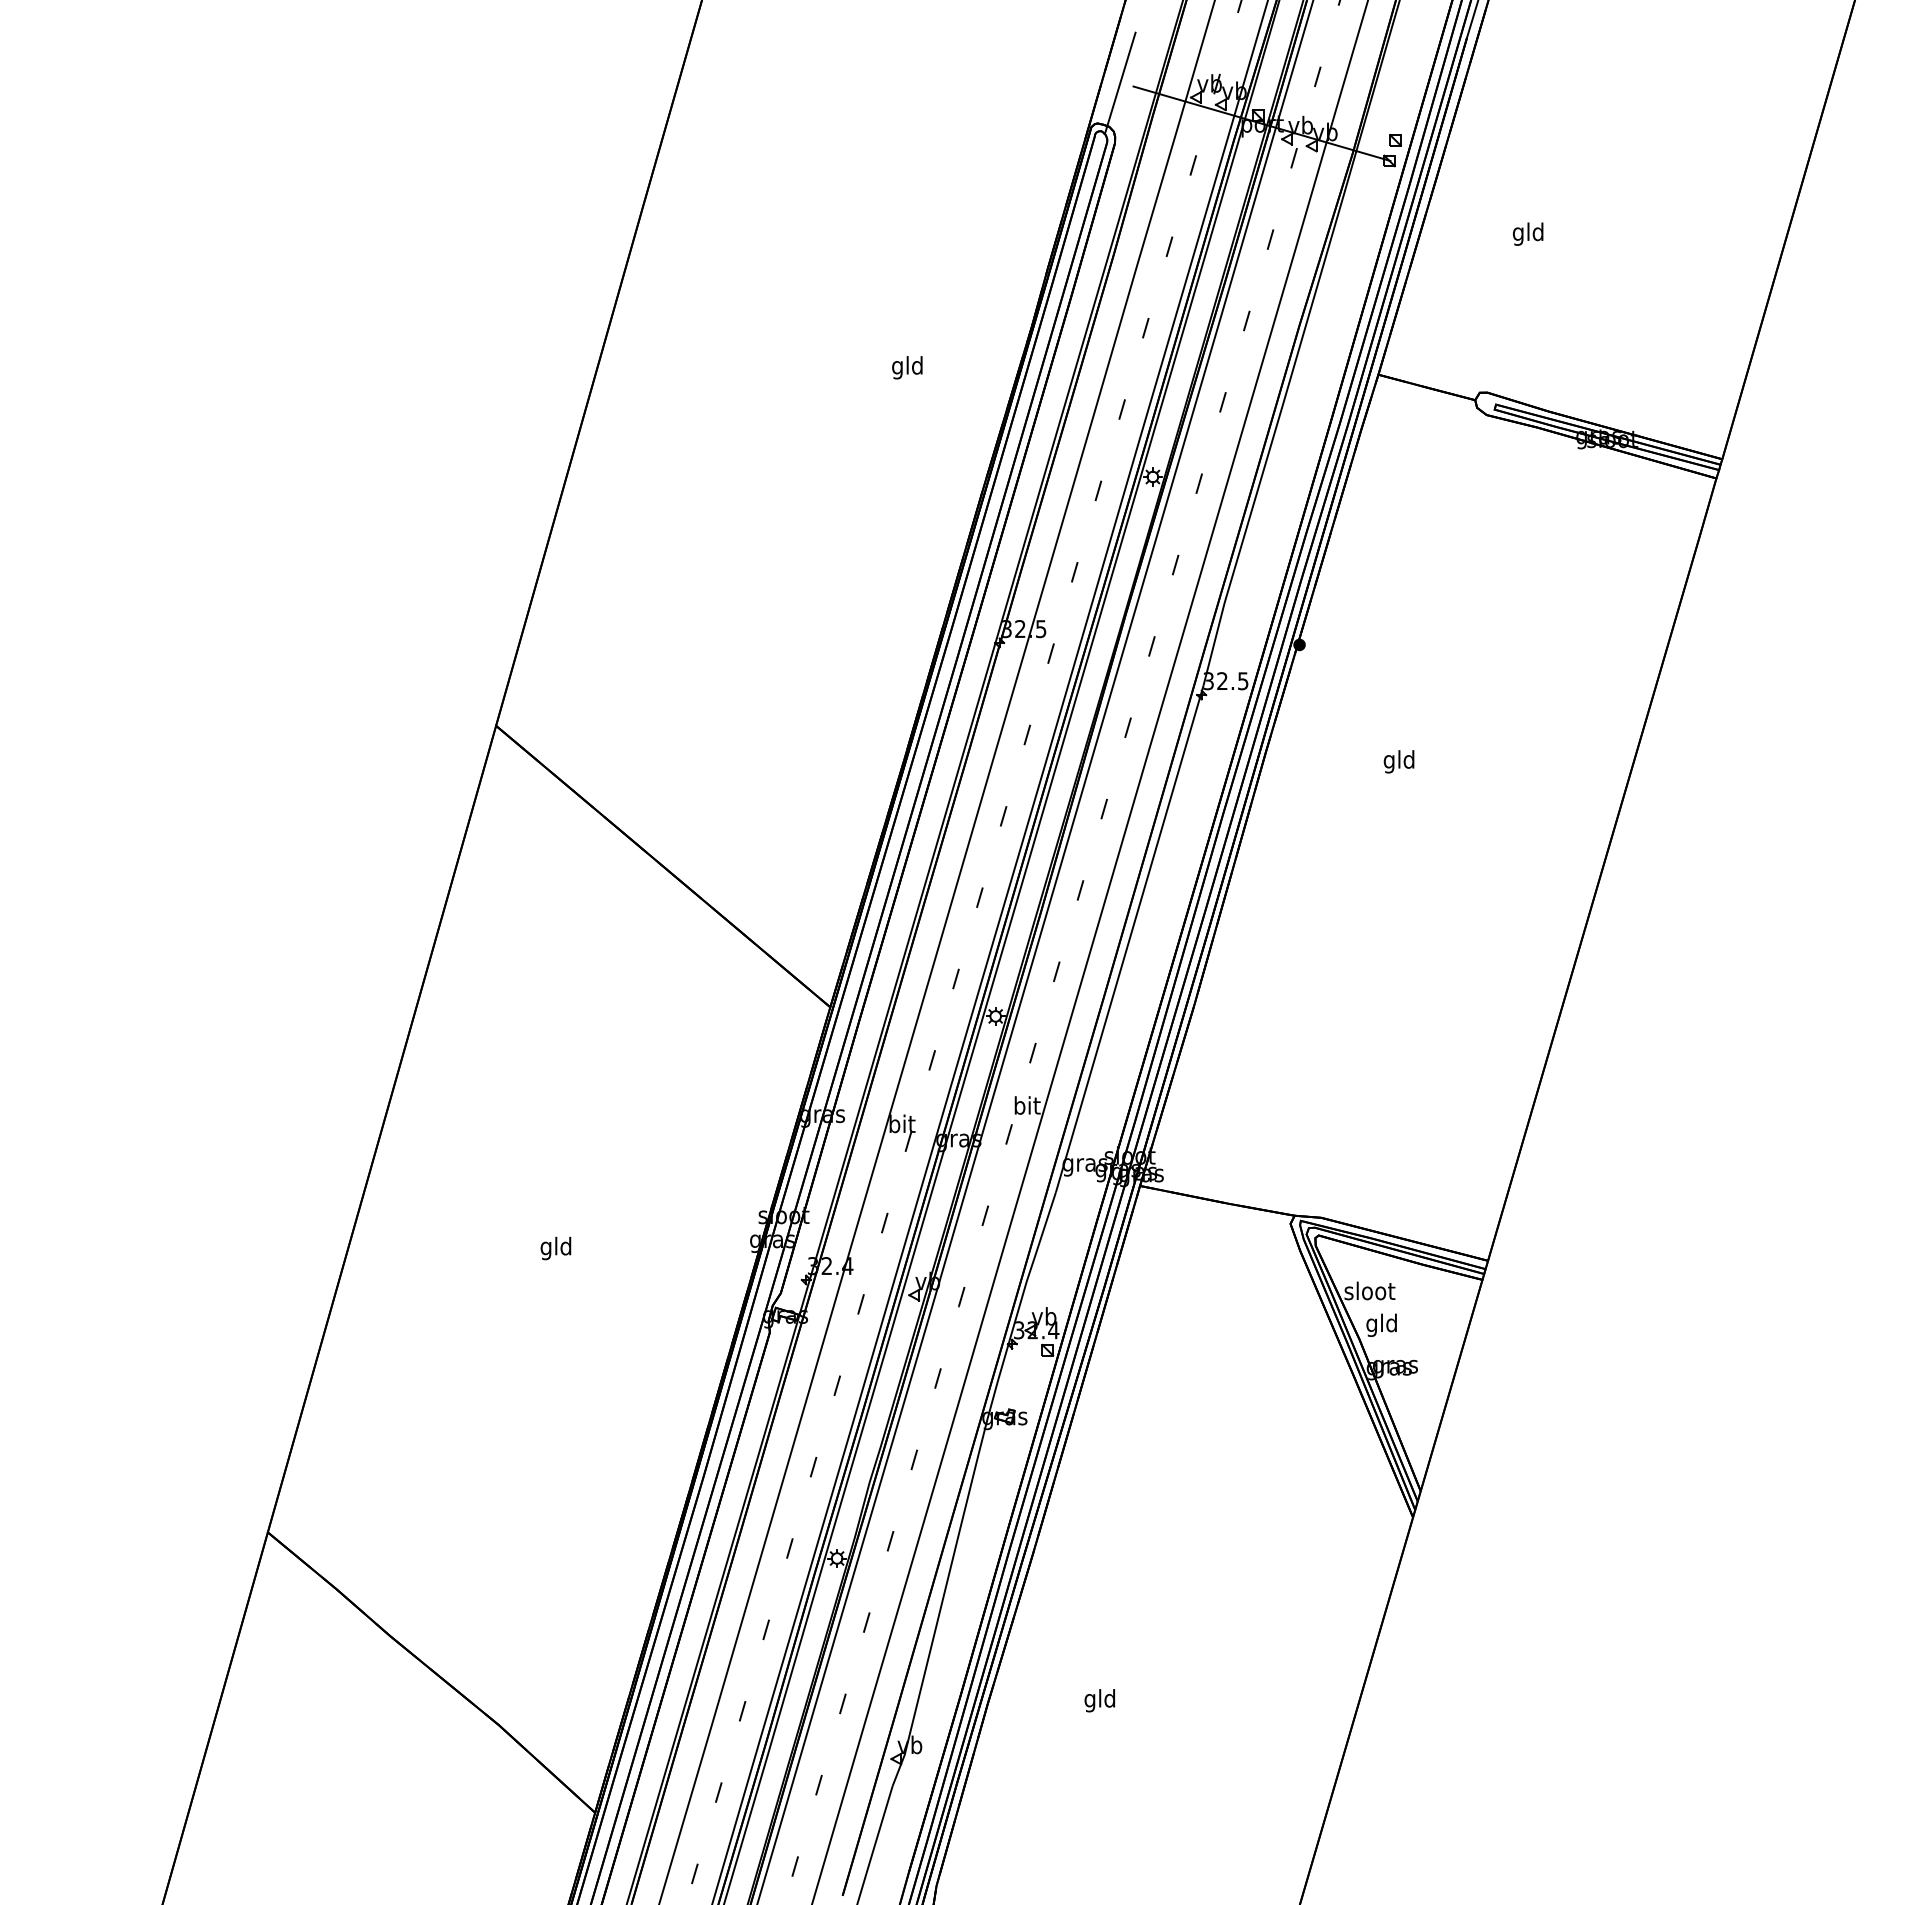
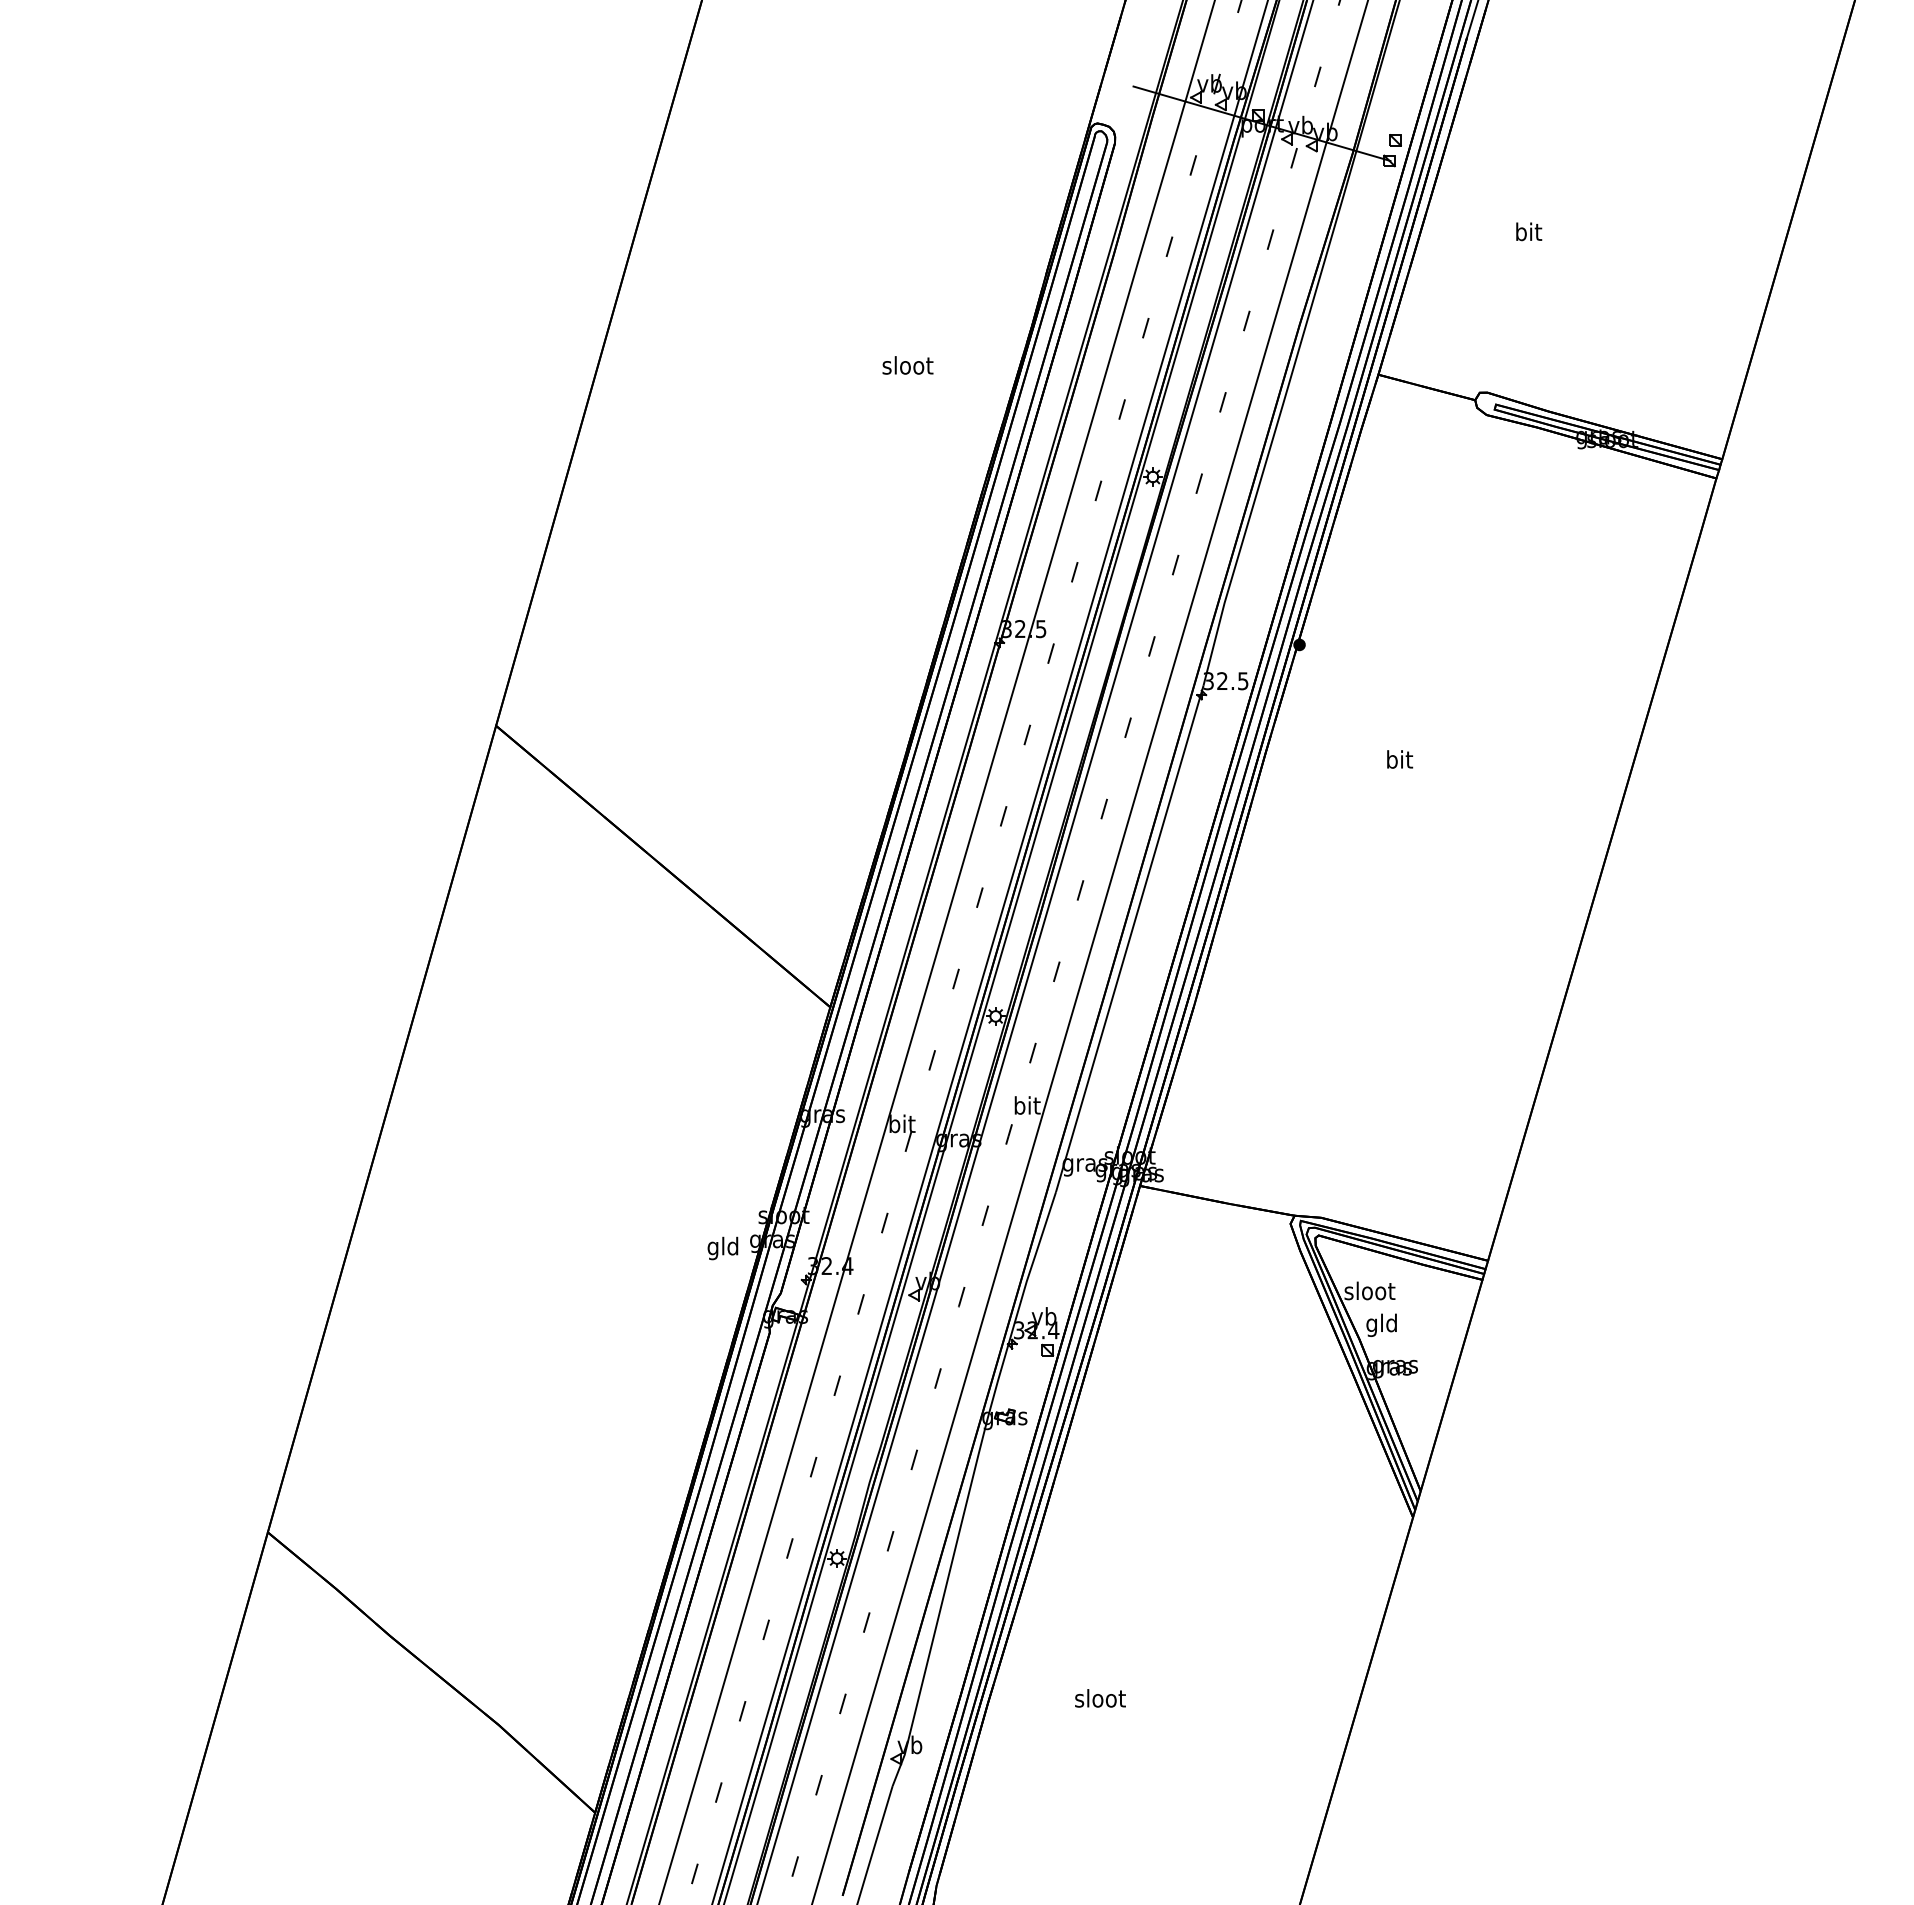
line at (1120, 82): present -> none
text at (1527, 233): gld -> bit
text at (907, 367): gld -> sloot
text at (1398, 761): gld -> bit
text at (555, 1248) position: (555, 1248) -> (722, 1248)
text at (1100, 1700): gld -> sloot
